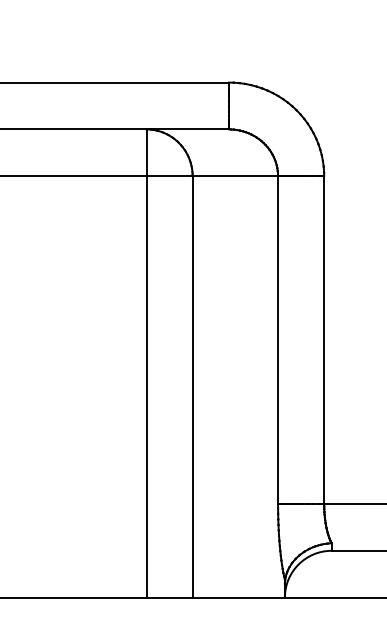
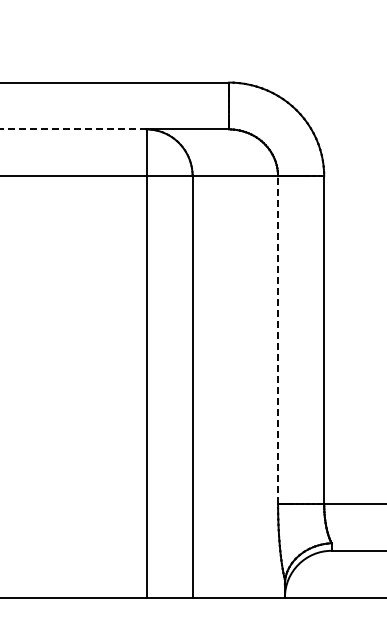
line at (73, 129): solid -> dashed
line at (278, 340): solid -> dashed
